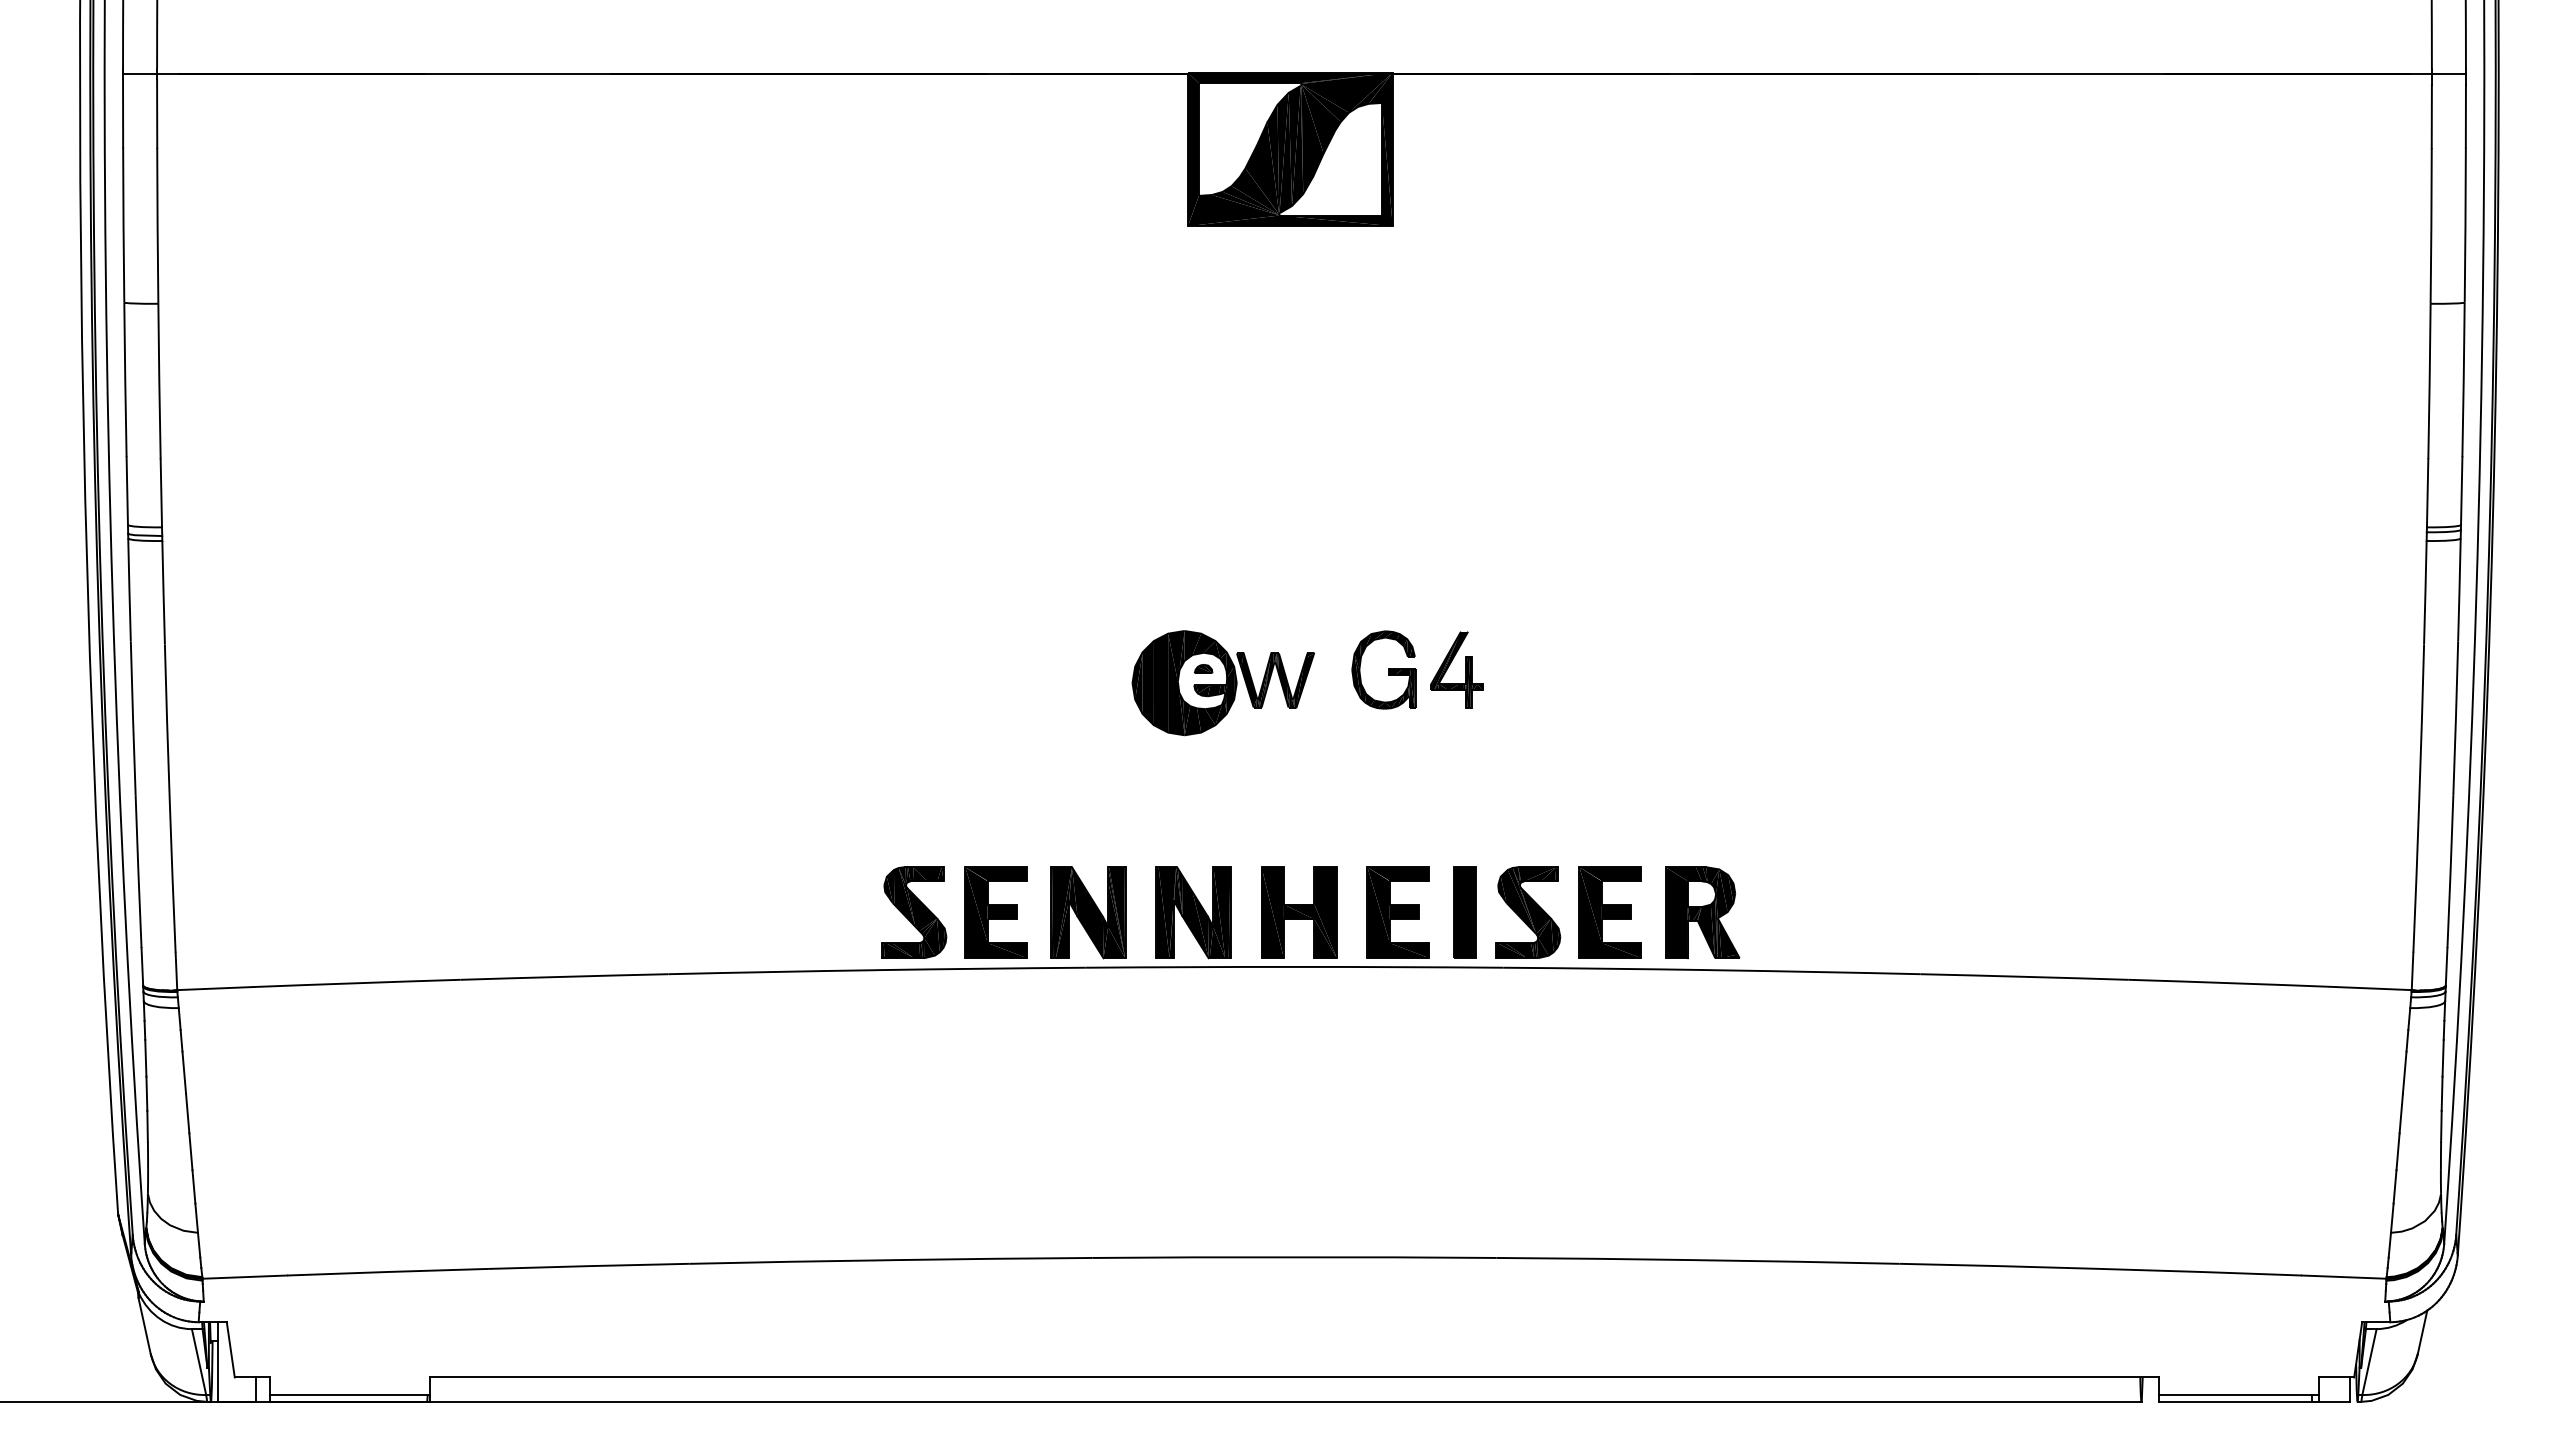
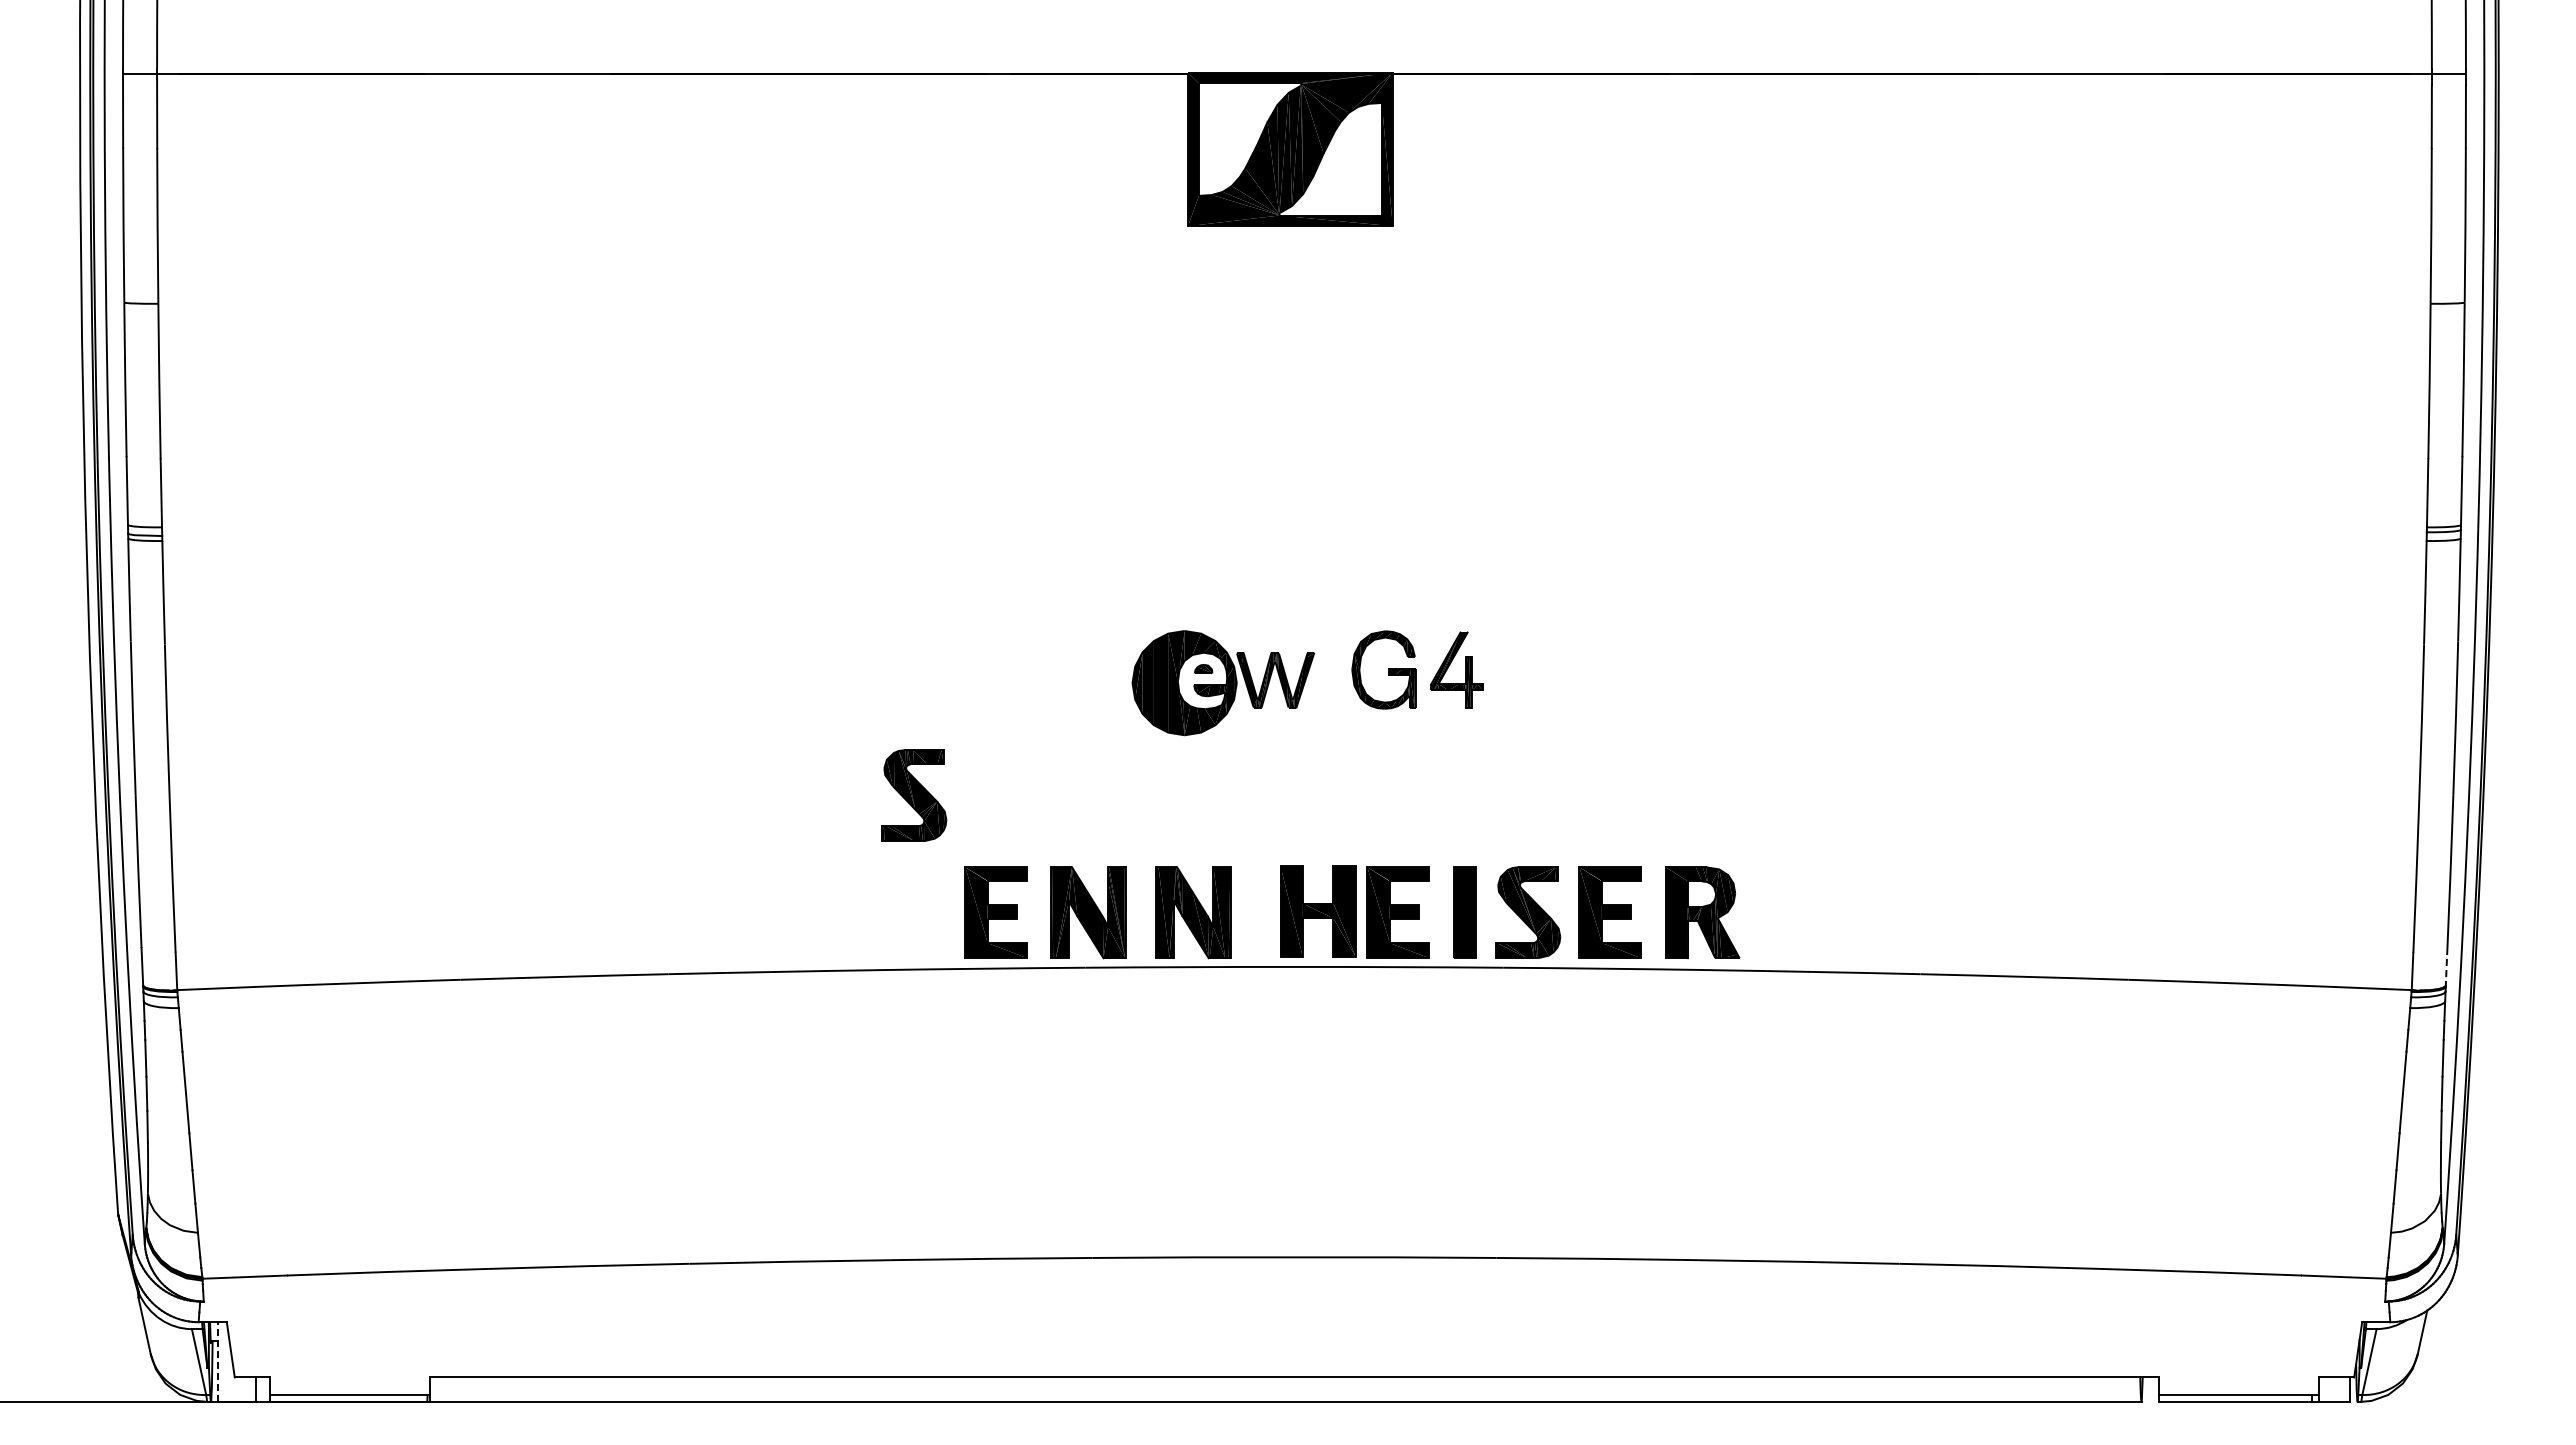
part at (914, 912) position: (914, 912) -> (914, 795)
part at (1299, 912) position: (1299, 912) -> (1318, 911)
line at (2446, 966): solid -> dashed
line at (218, 1362): solid -> dashed
